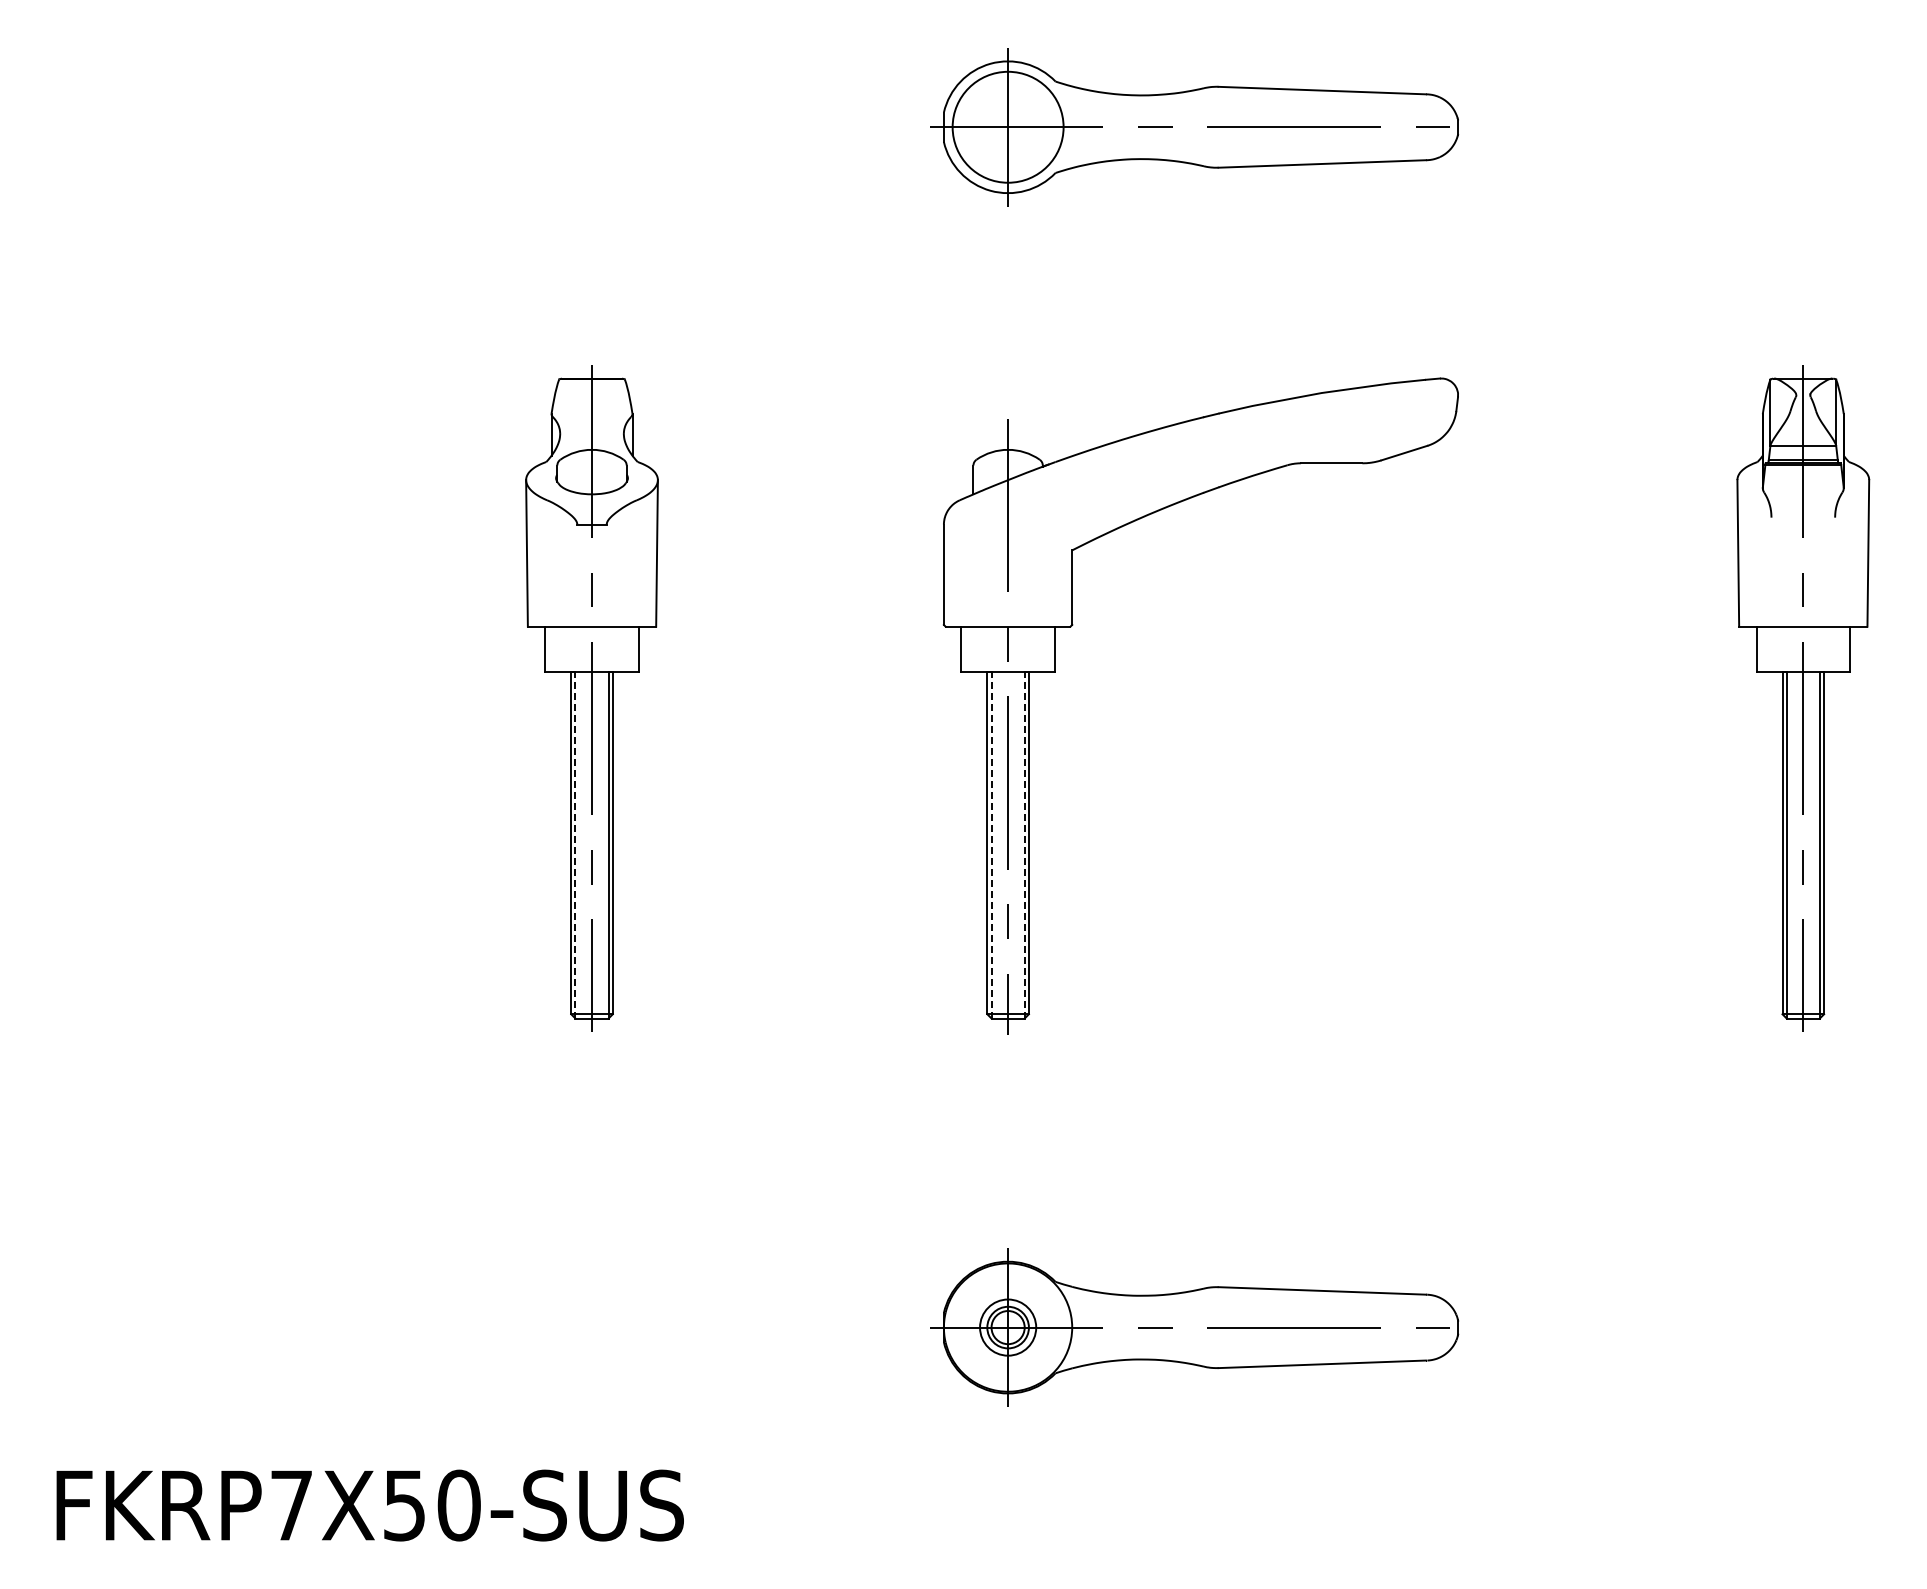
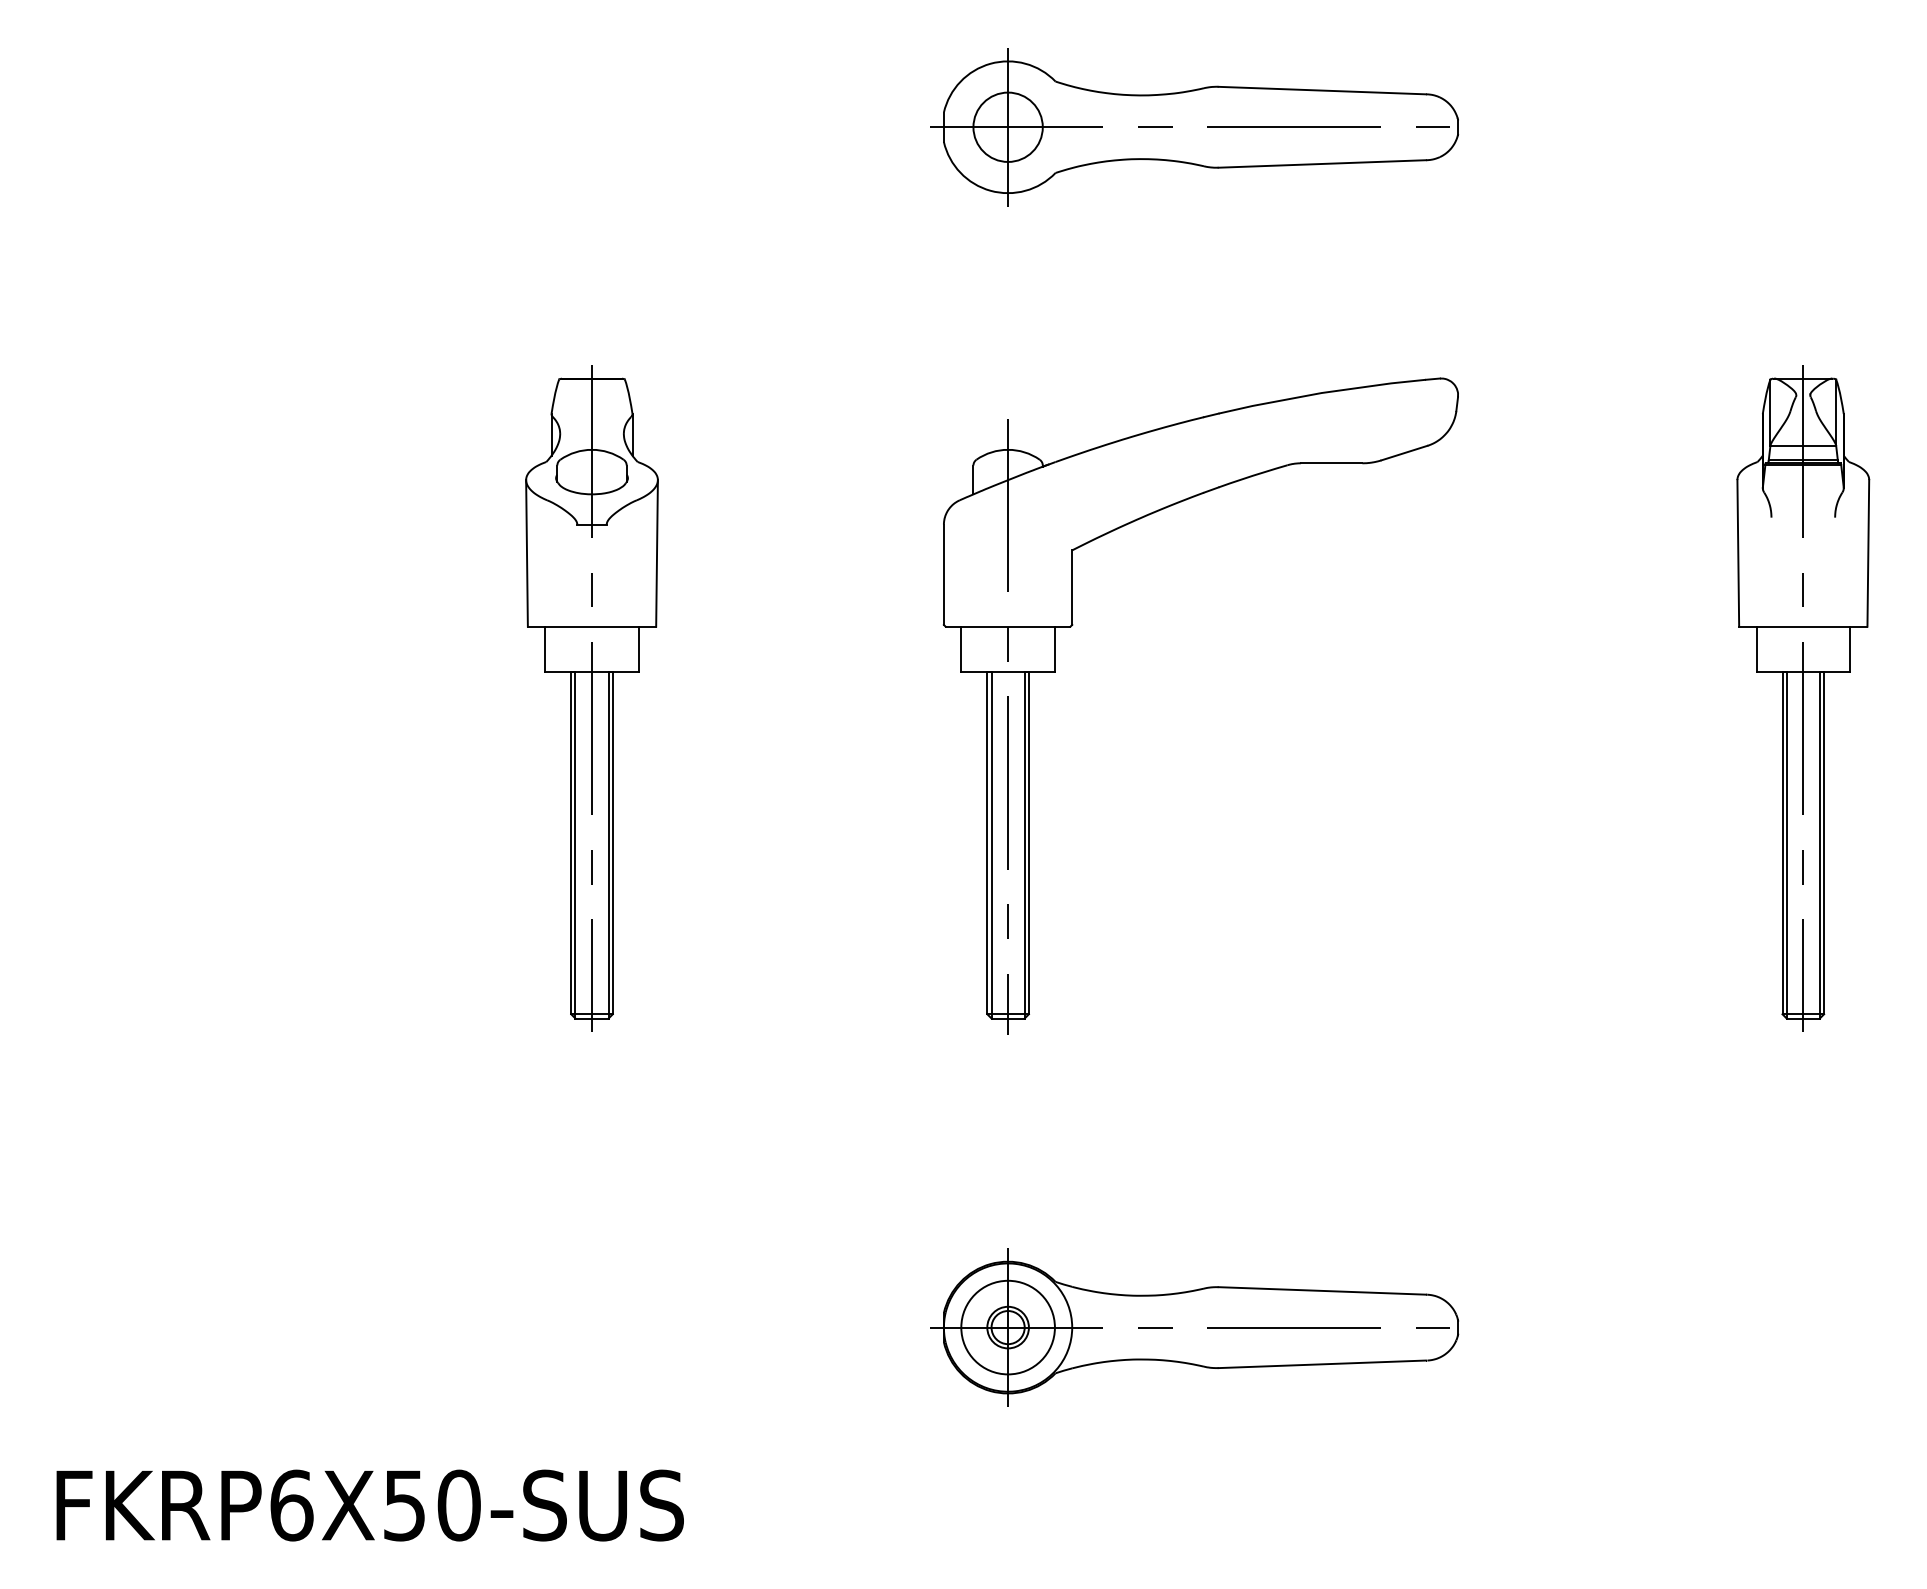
circle at (1007, 126) diameter: 111 px -> 69 px
line at (575, 844): dashed -> solid
line at (991, 844): dashed -> solid
line at (1024, 844): dashed -> solid
circle at (1008, 1327) diameter: 56 px -> 94 px
text at (291, 1505): FKRP7X50-SUS -> FKRP6X50-SUS
